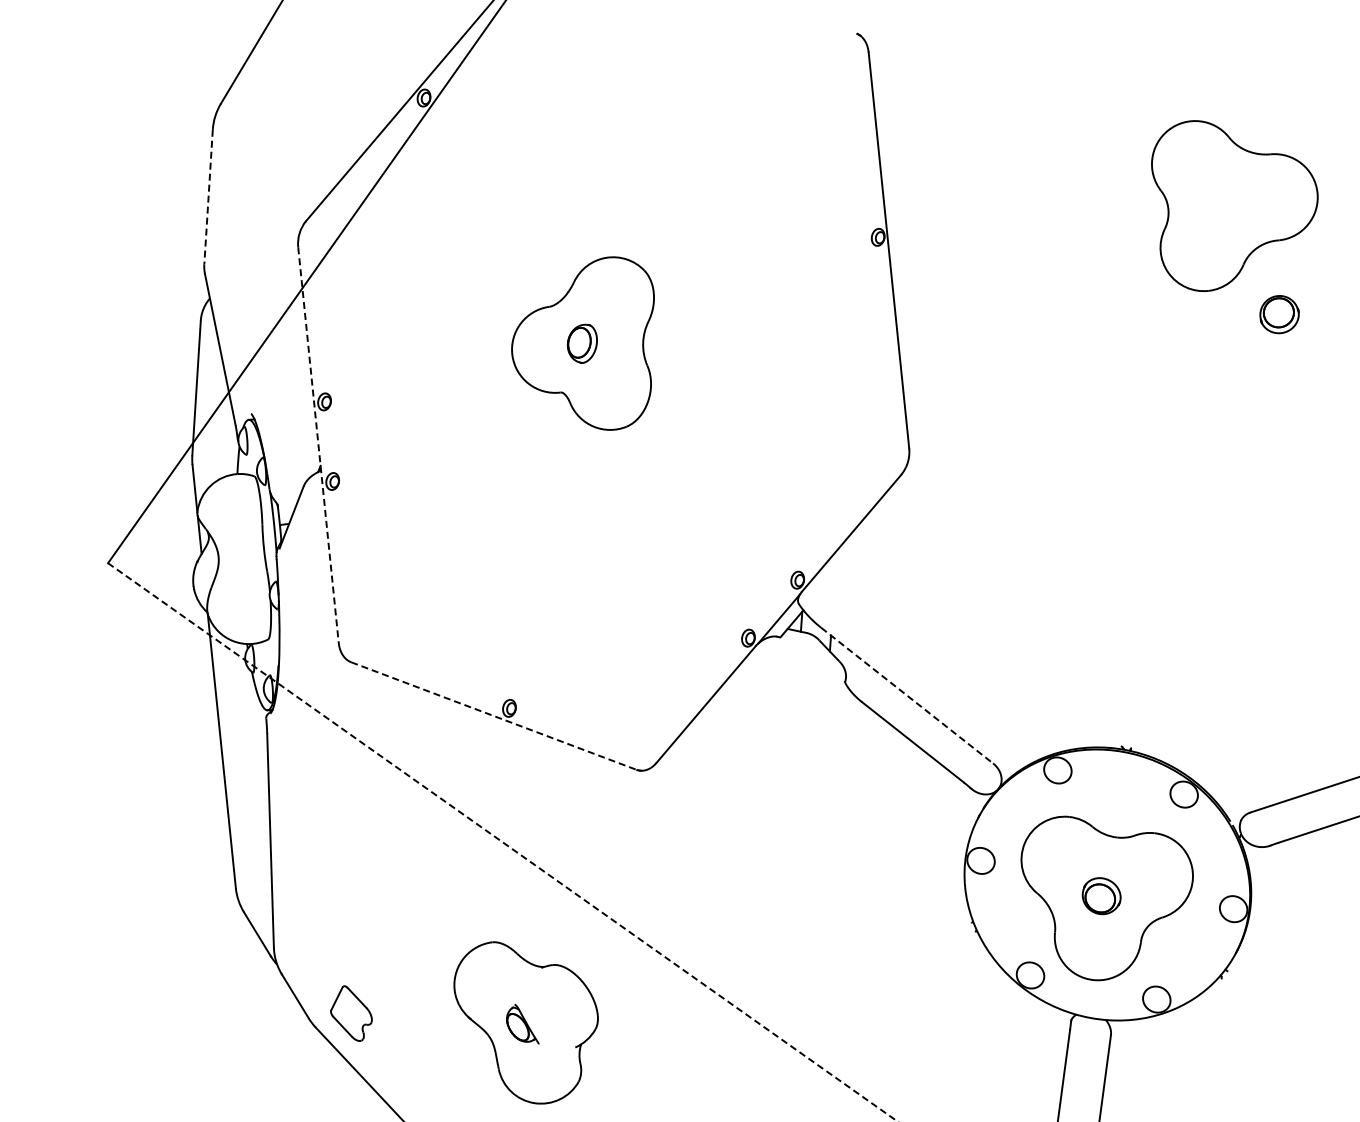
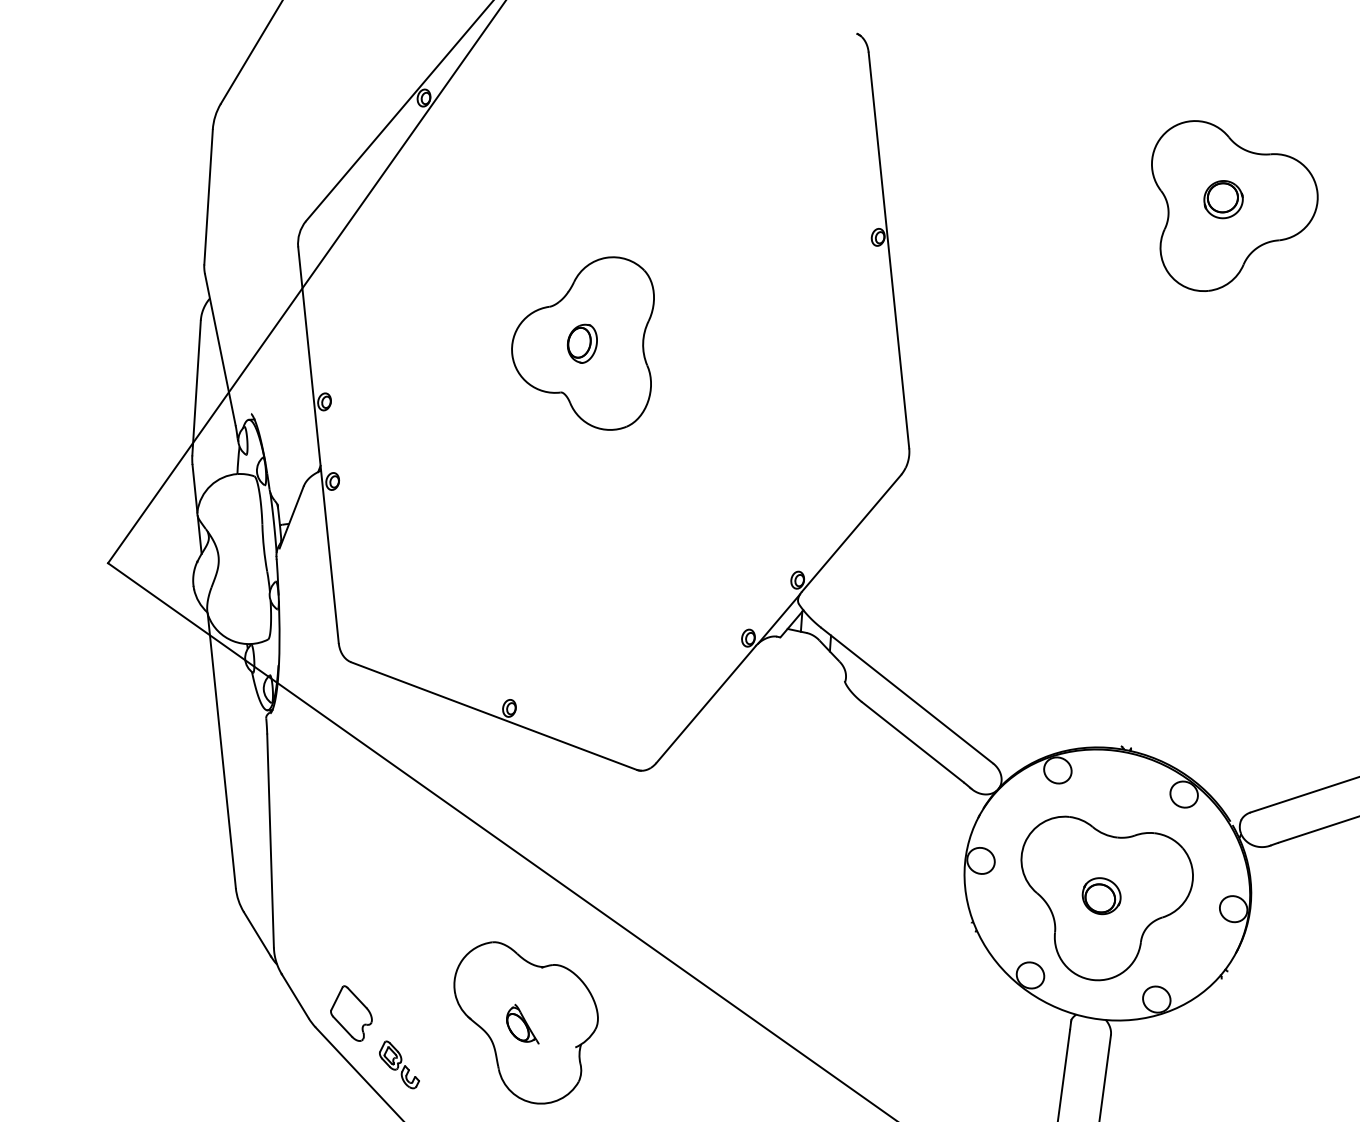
line at (208, 197): dashed -> solid
part at (1279, 314) position: (1279, 314) -> (1223, 199)
line at (318, 445): dashed -> solid
line at (907, 695): dashed -> solid
line at (494, 716): dashed -> solid
line at (502, 842): dashed -> solid
part at (399, 1064): none -> present
